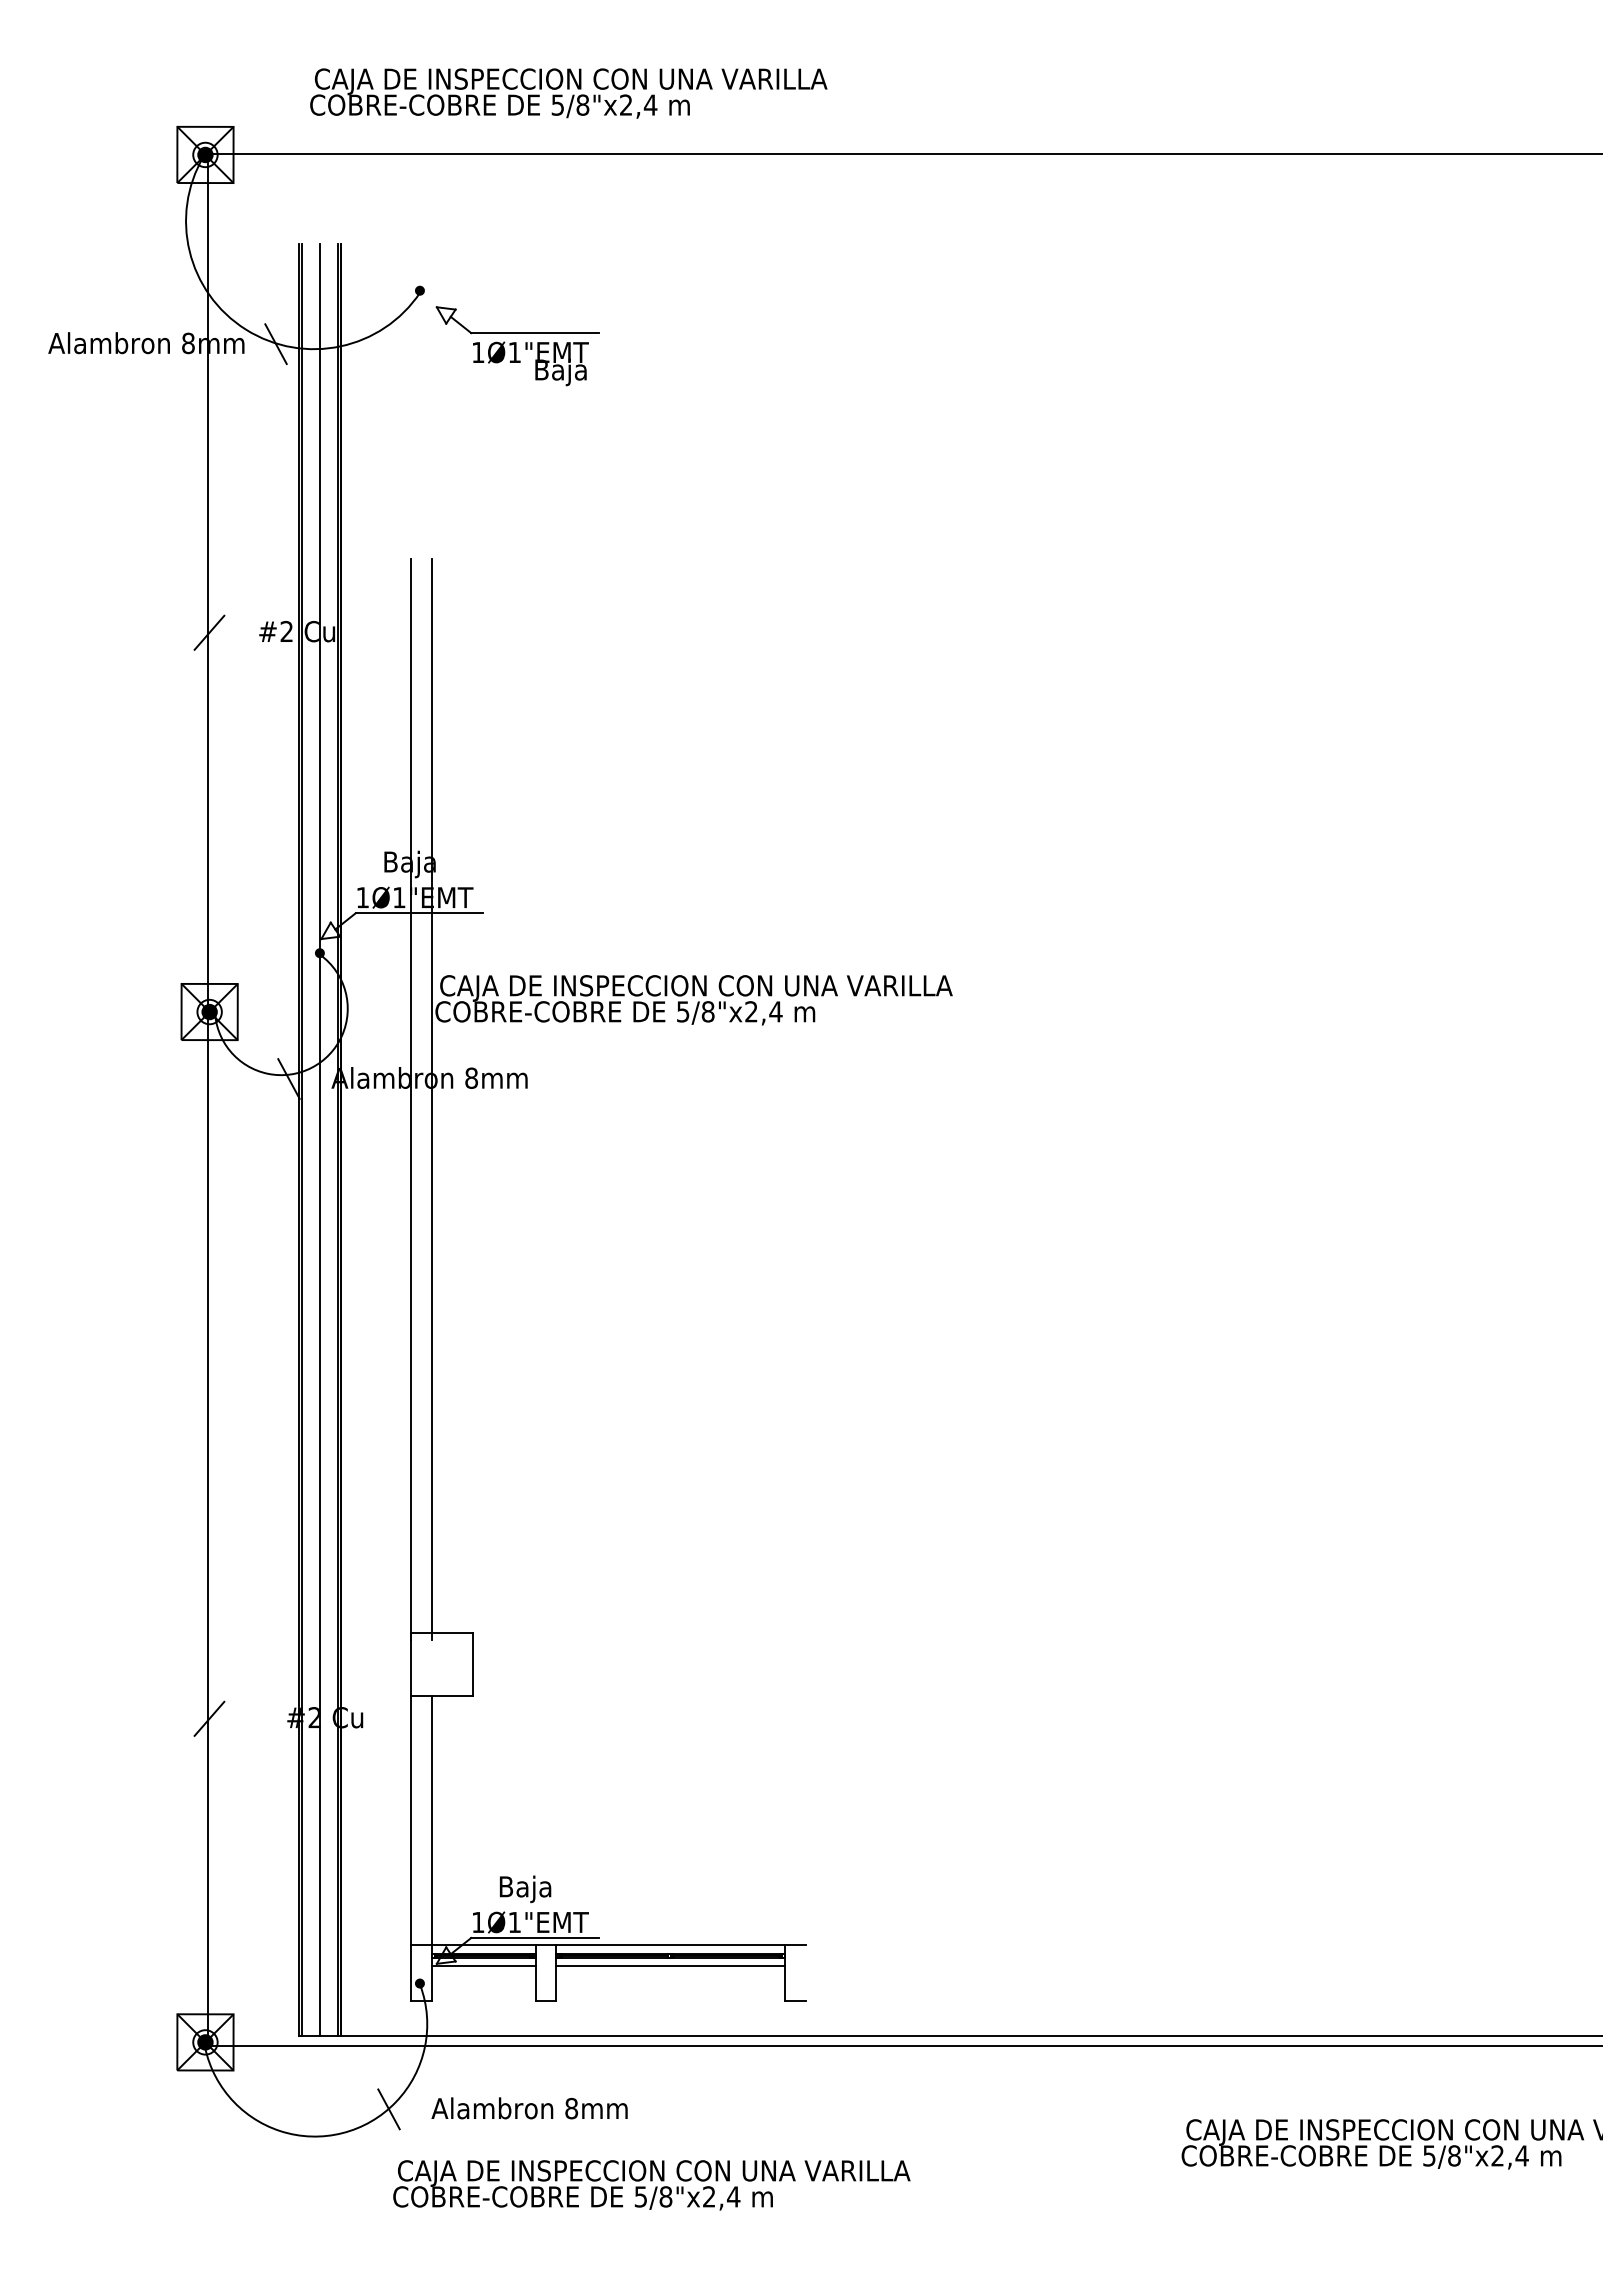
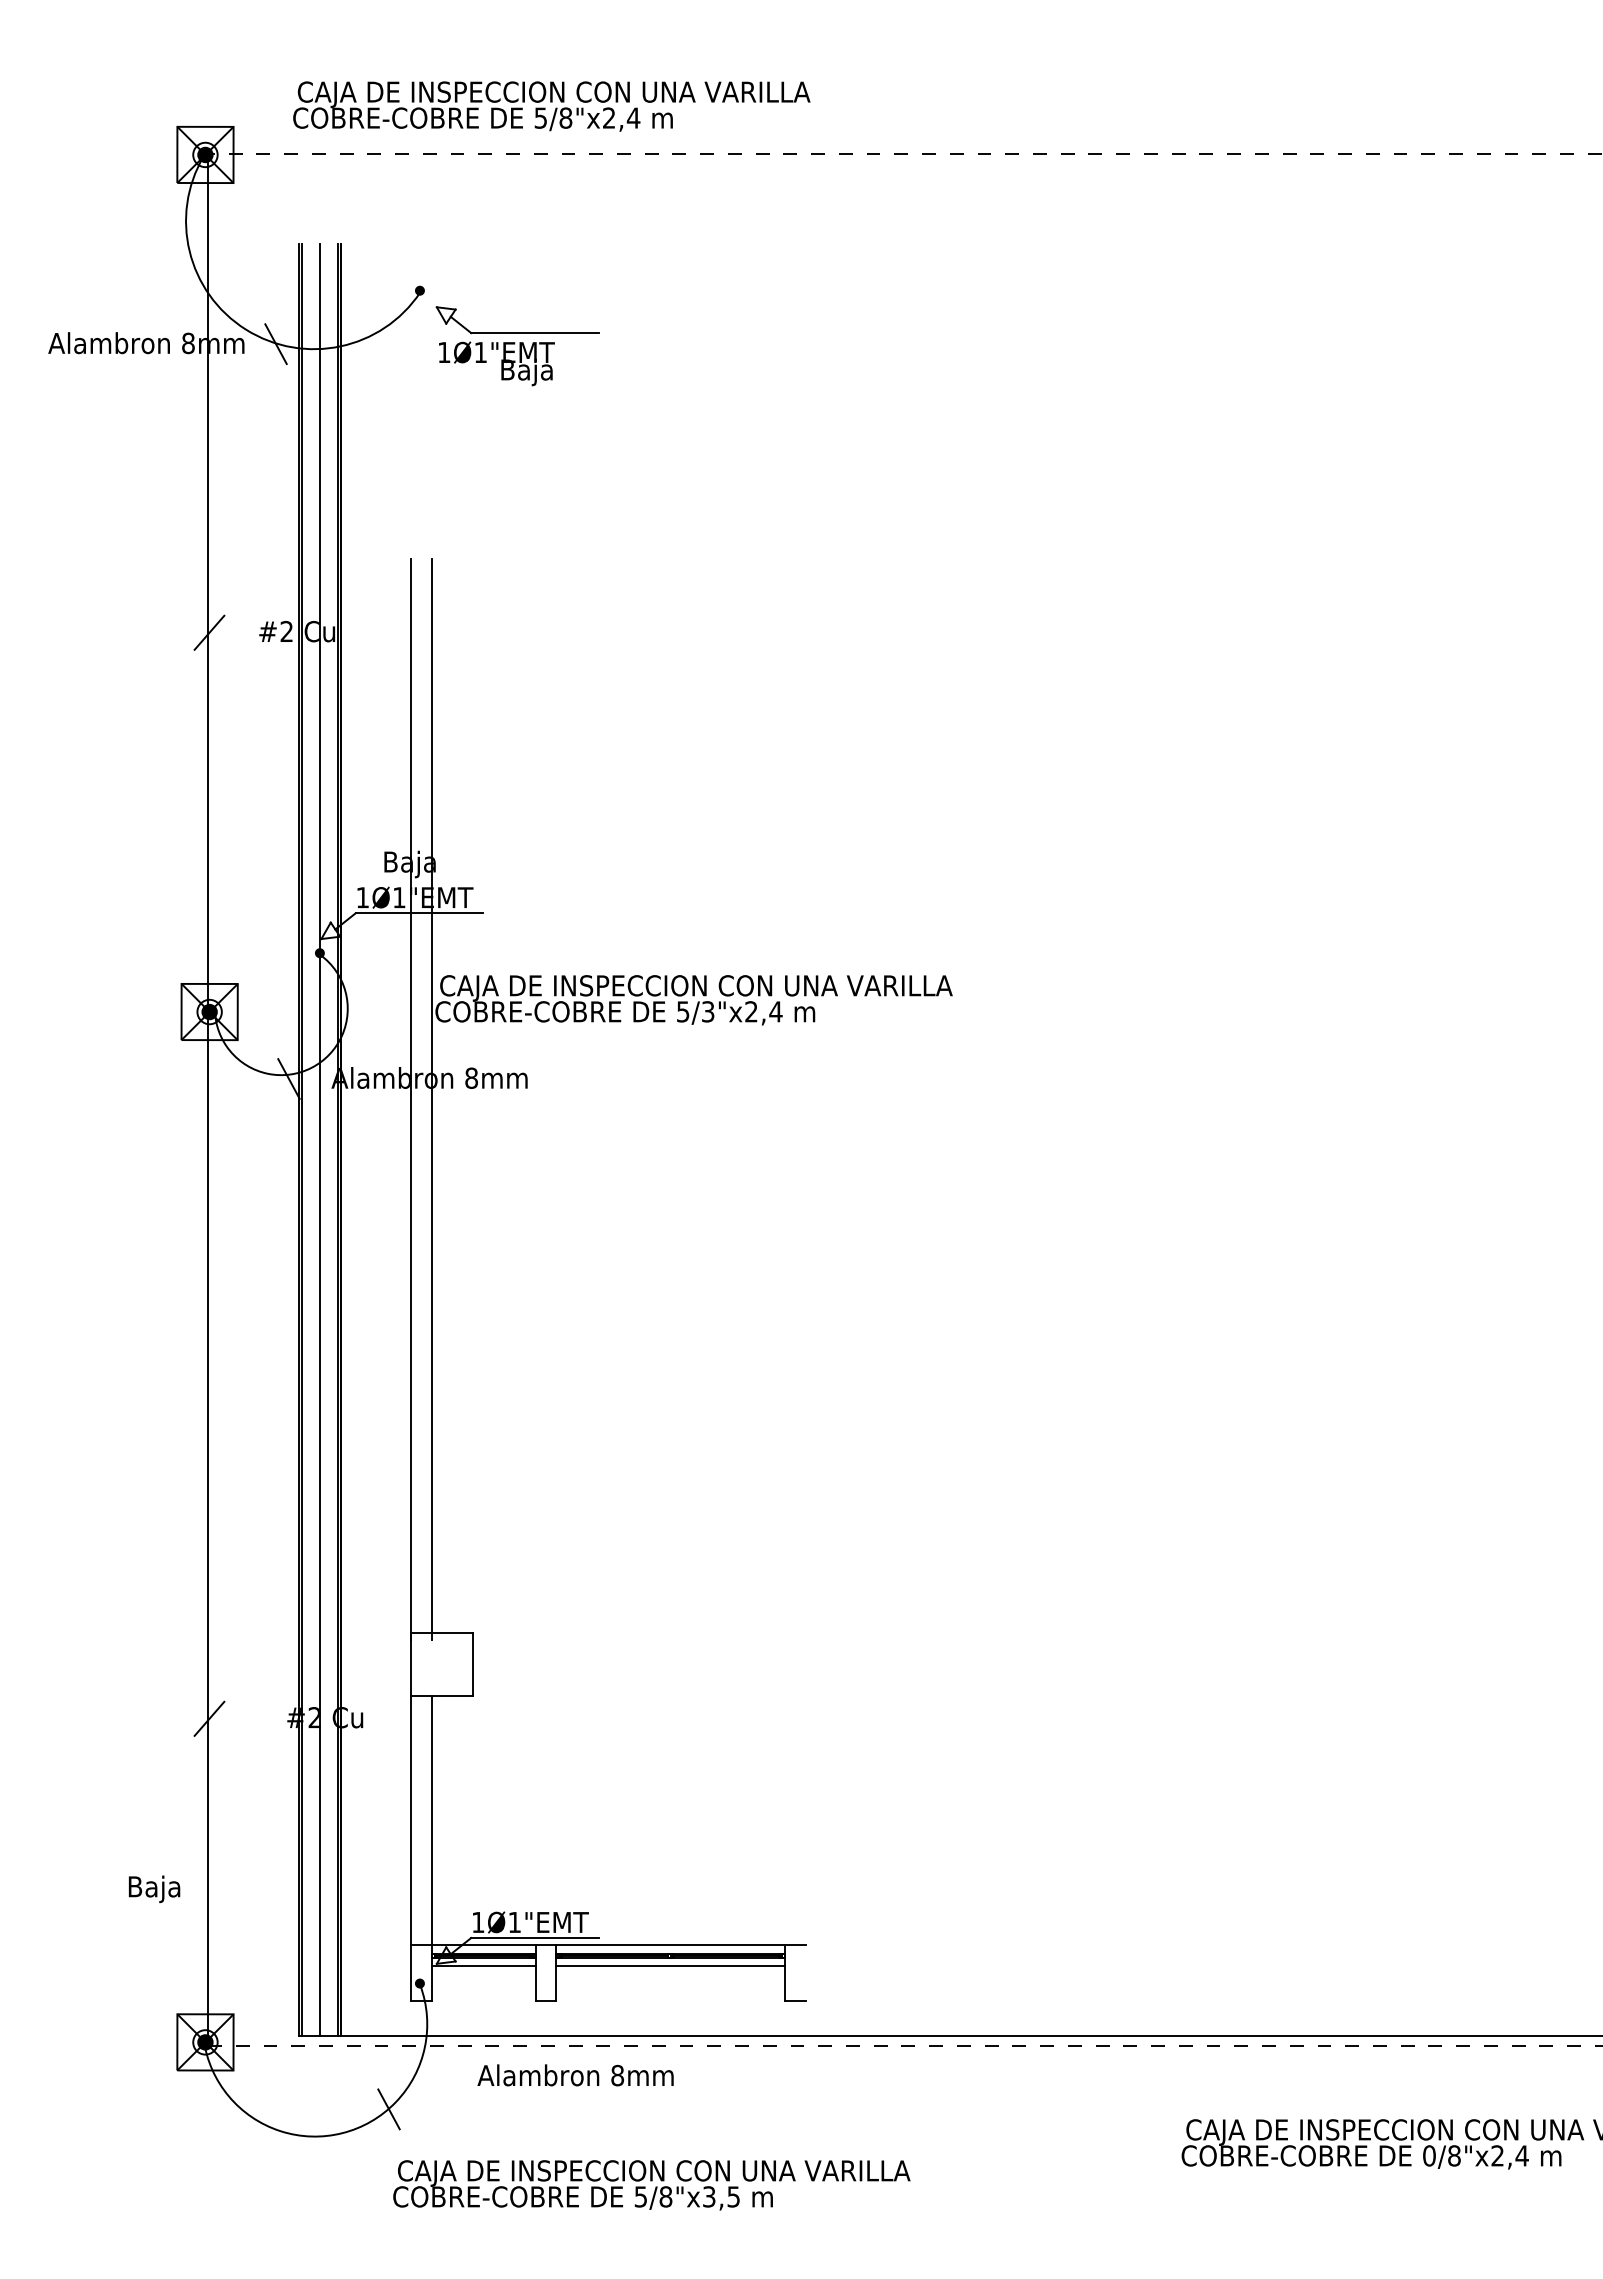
text at (568, 93) position: (568, 93) -> (551, 106)
line at (904, 153): solid -> dashed
text at (530, 363) position: (530, 363) -> (496, 363)
text at (707, 1011): 5/8"x2,4 -> 5/3"x2,4
text at (525, 1889) position: (525, 1889) -> (154, 1889)
line at (905, 2045): solid -> dashed
text at (529, 2108) position: (529, 2108) -> (575, 2075)
text at (1429, 2155): 5/8"x2,4 -> 0/8"x2,4
text at (721, 2196): 5/8"x2,4 -> 5/8"x3,5
